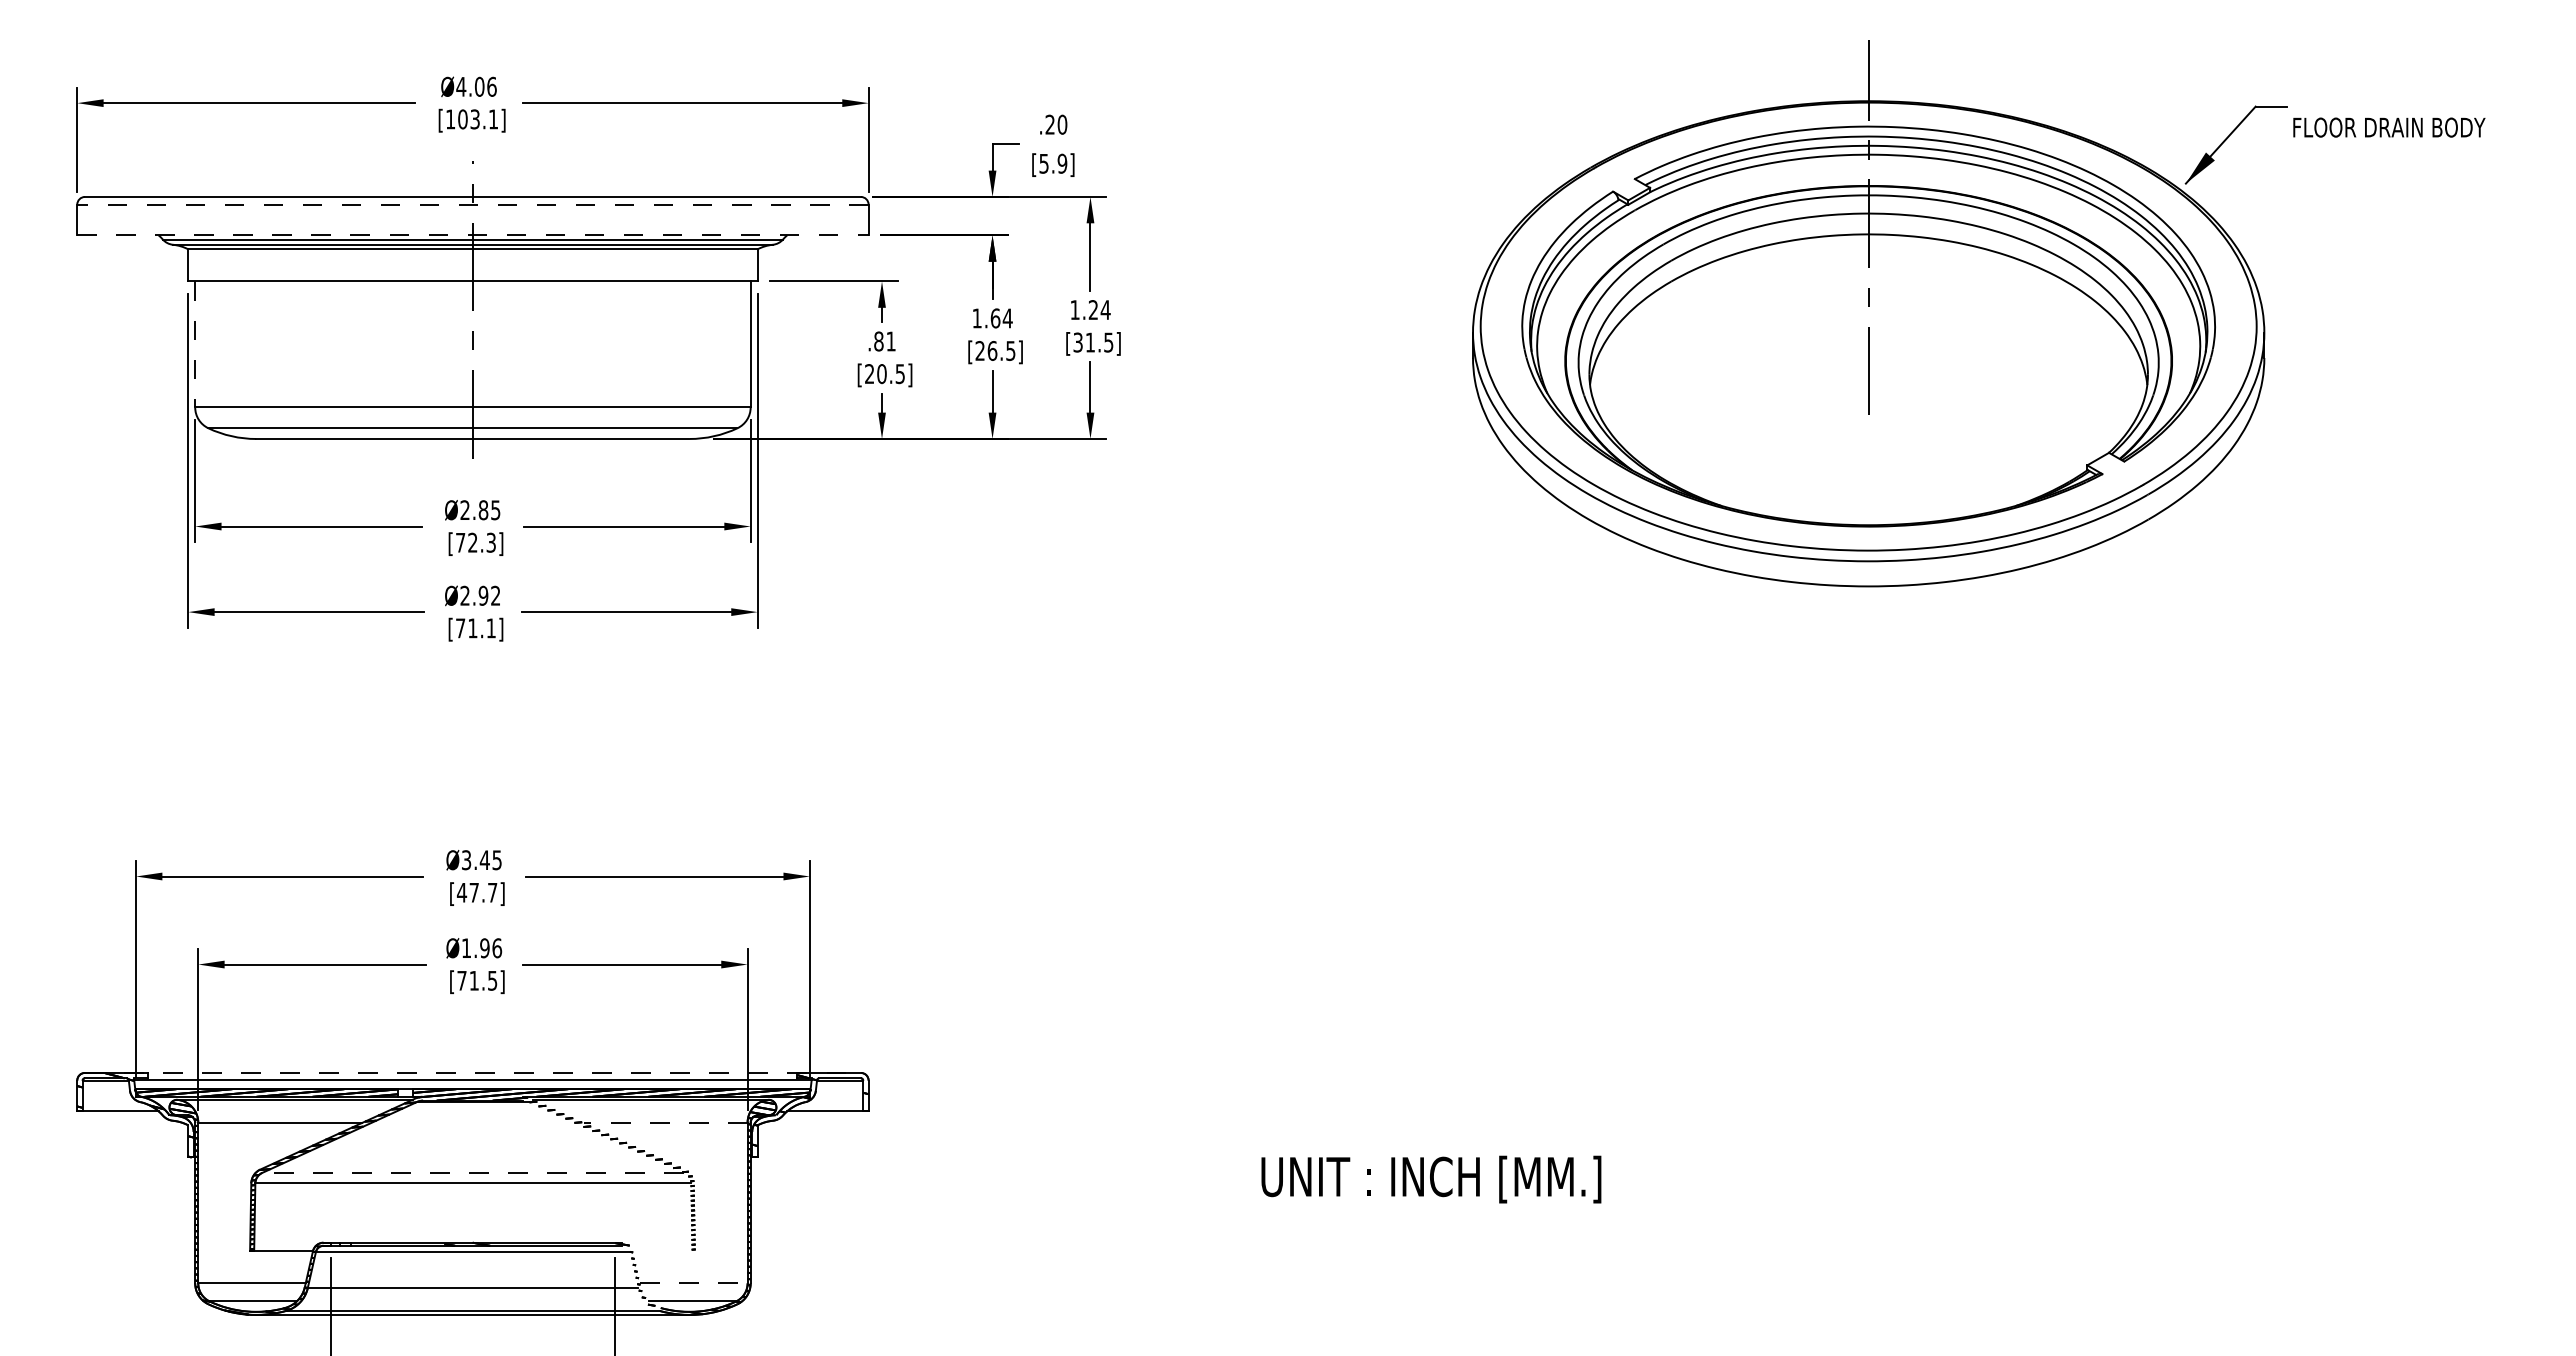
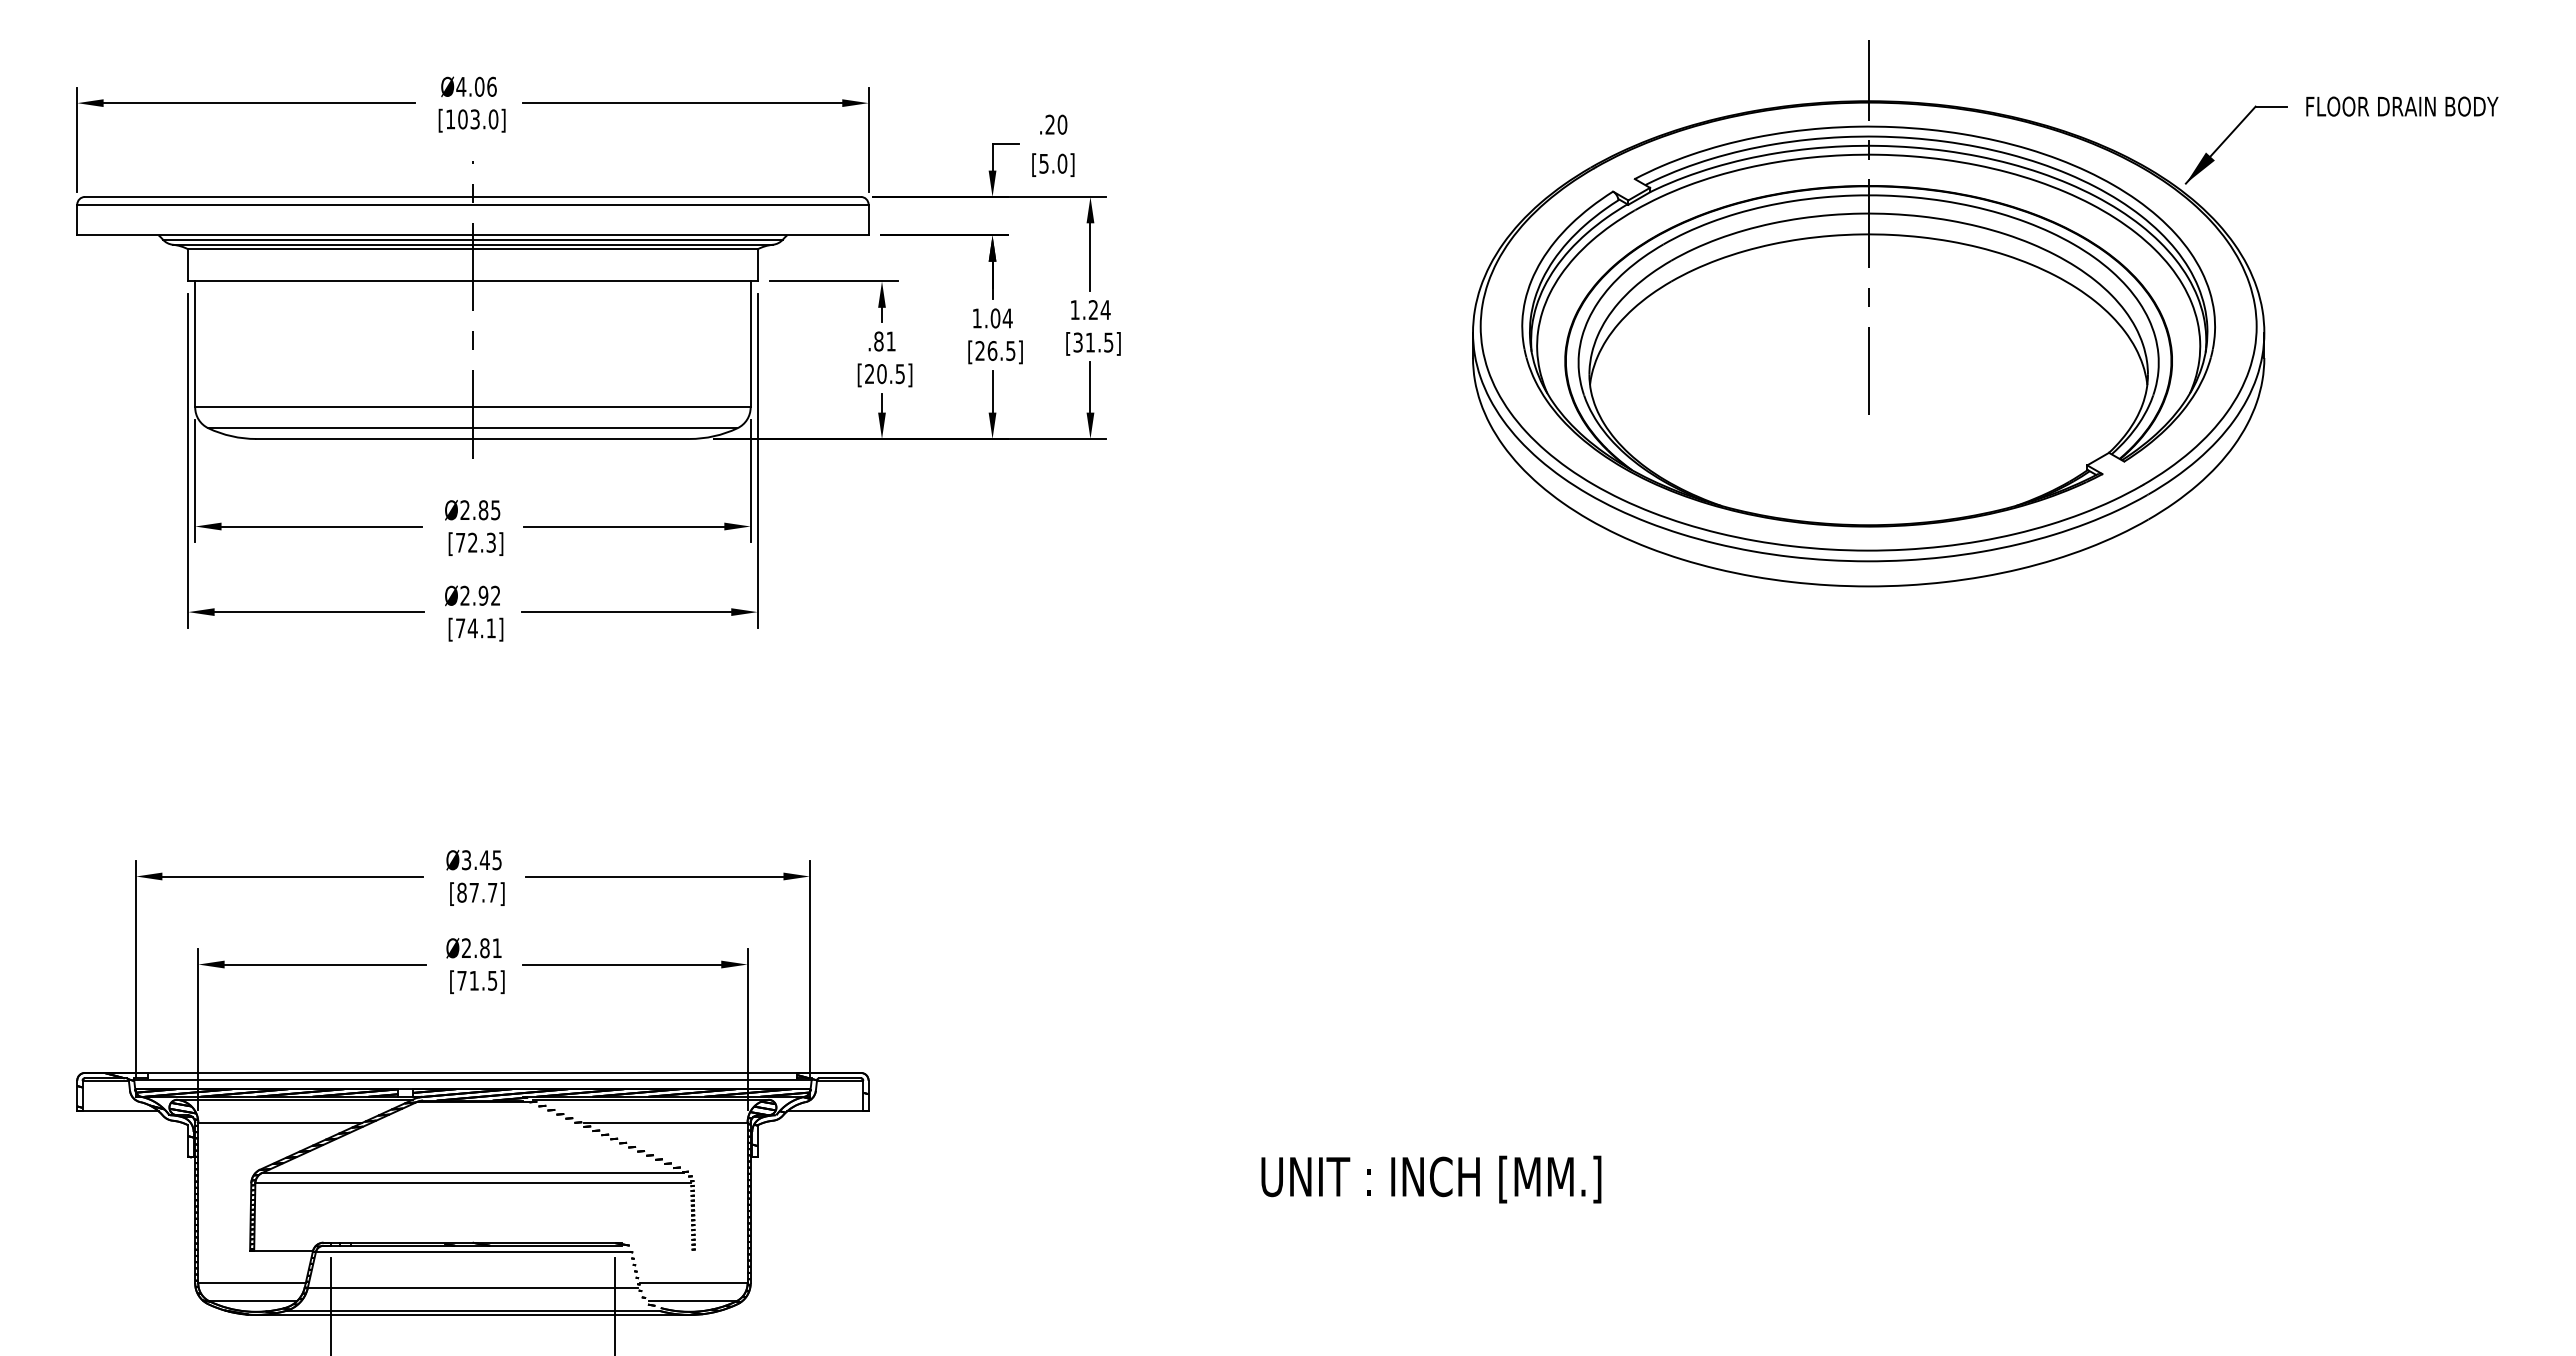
text at (493, 119): [103.1] -> [103.0]
text at (2389, 127) position: (2389, 127) -> (2402, 106)
text at (1062, 163): [5.9] -> [5.0]
line at (472, 204): dashed -> solid
line at (472, 235): dashed -> solid
text at (995, 318): 1.64 -> 1.04
line at (195, 344): dashed -> solid
text at (472, 628): [71.1] -> [74.1]
text at (461, 892): [47.7] -> [87.7]
text at (481, 948): Ø1.96 -> Ø2.81
line at (472, 1072): dashed -> solid
line at (665, 1122): dashed -> solid
line at (472, 1173): dashed -> solid
line at (693, 1283): dashed -> solid
